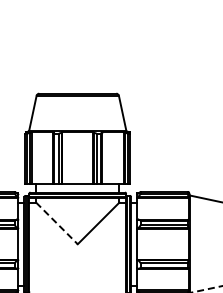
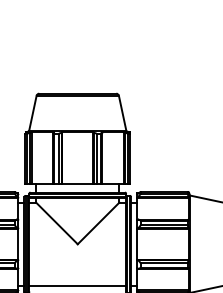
line at (57, 223): dashed -> solid
line at (77, 285): none -> present
line at (206, 289): dashed -> solid
